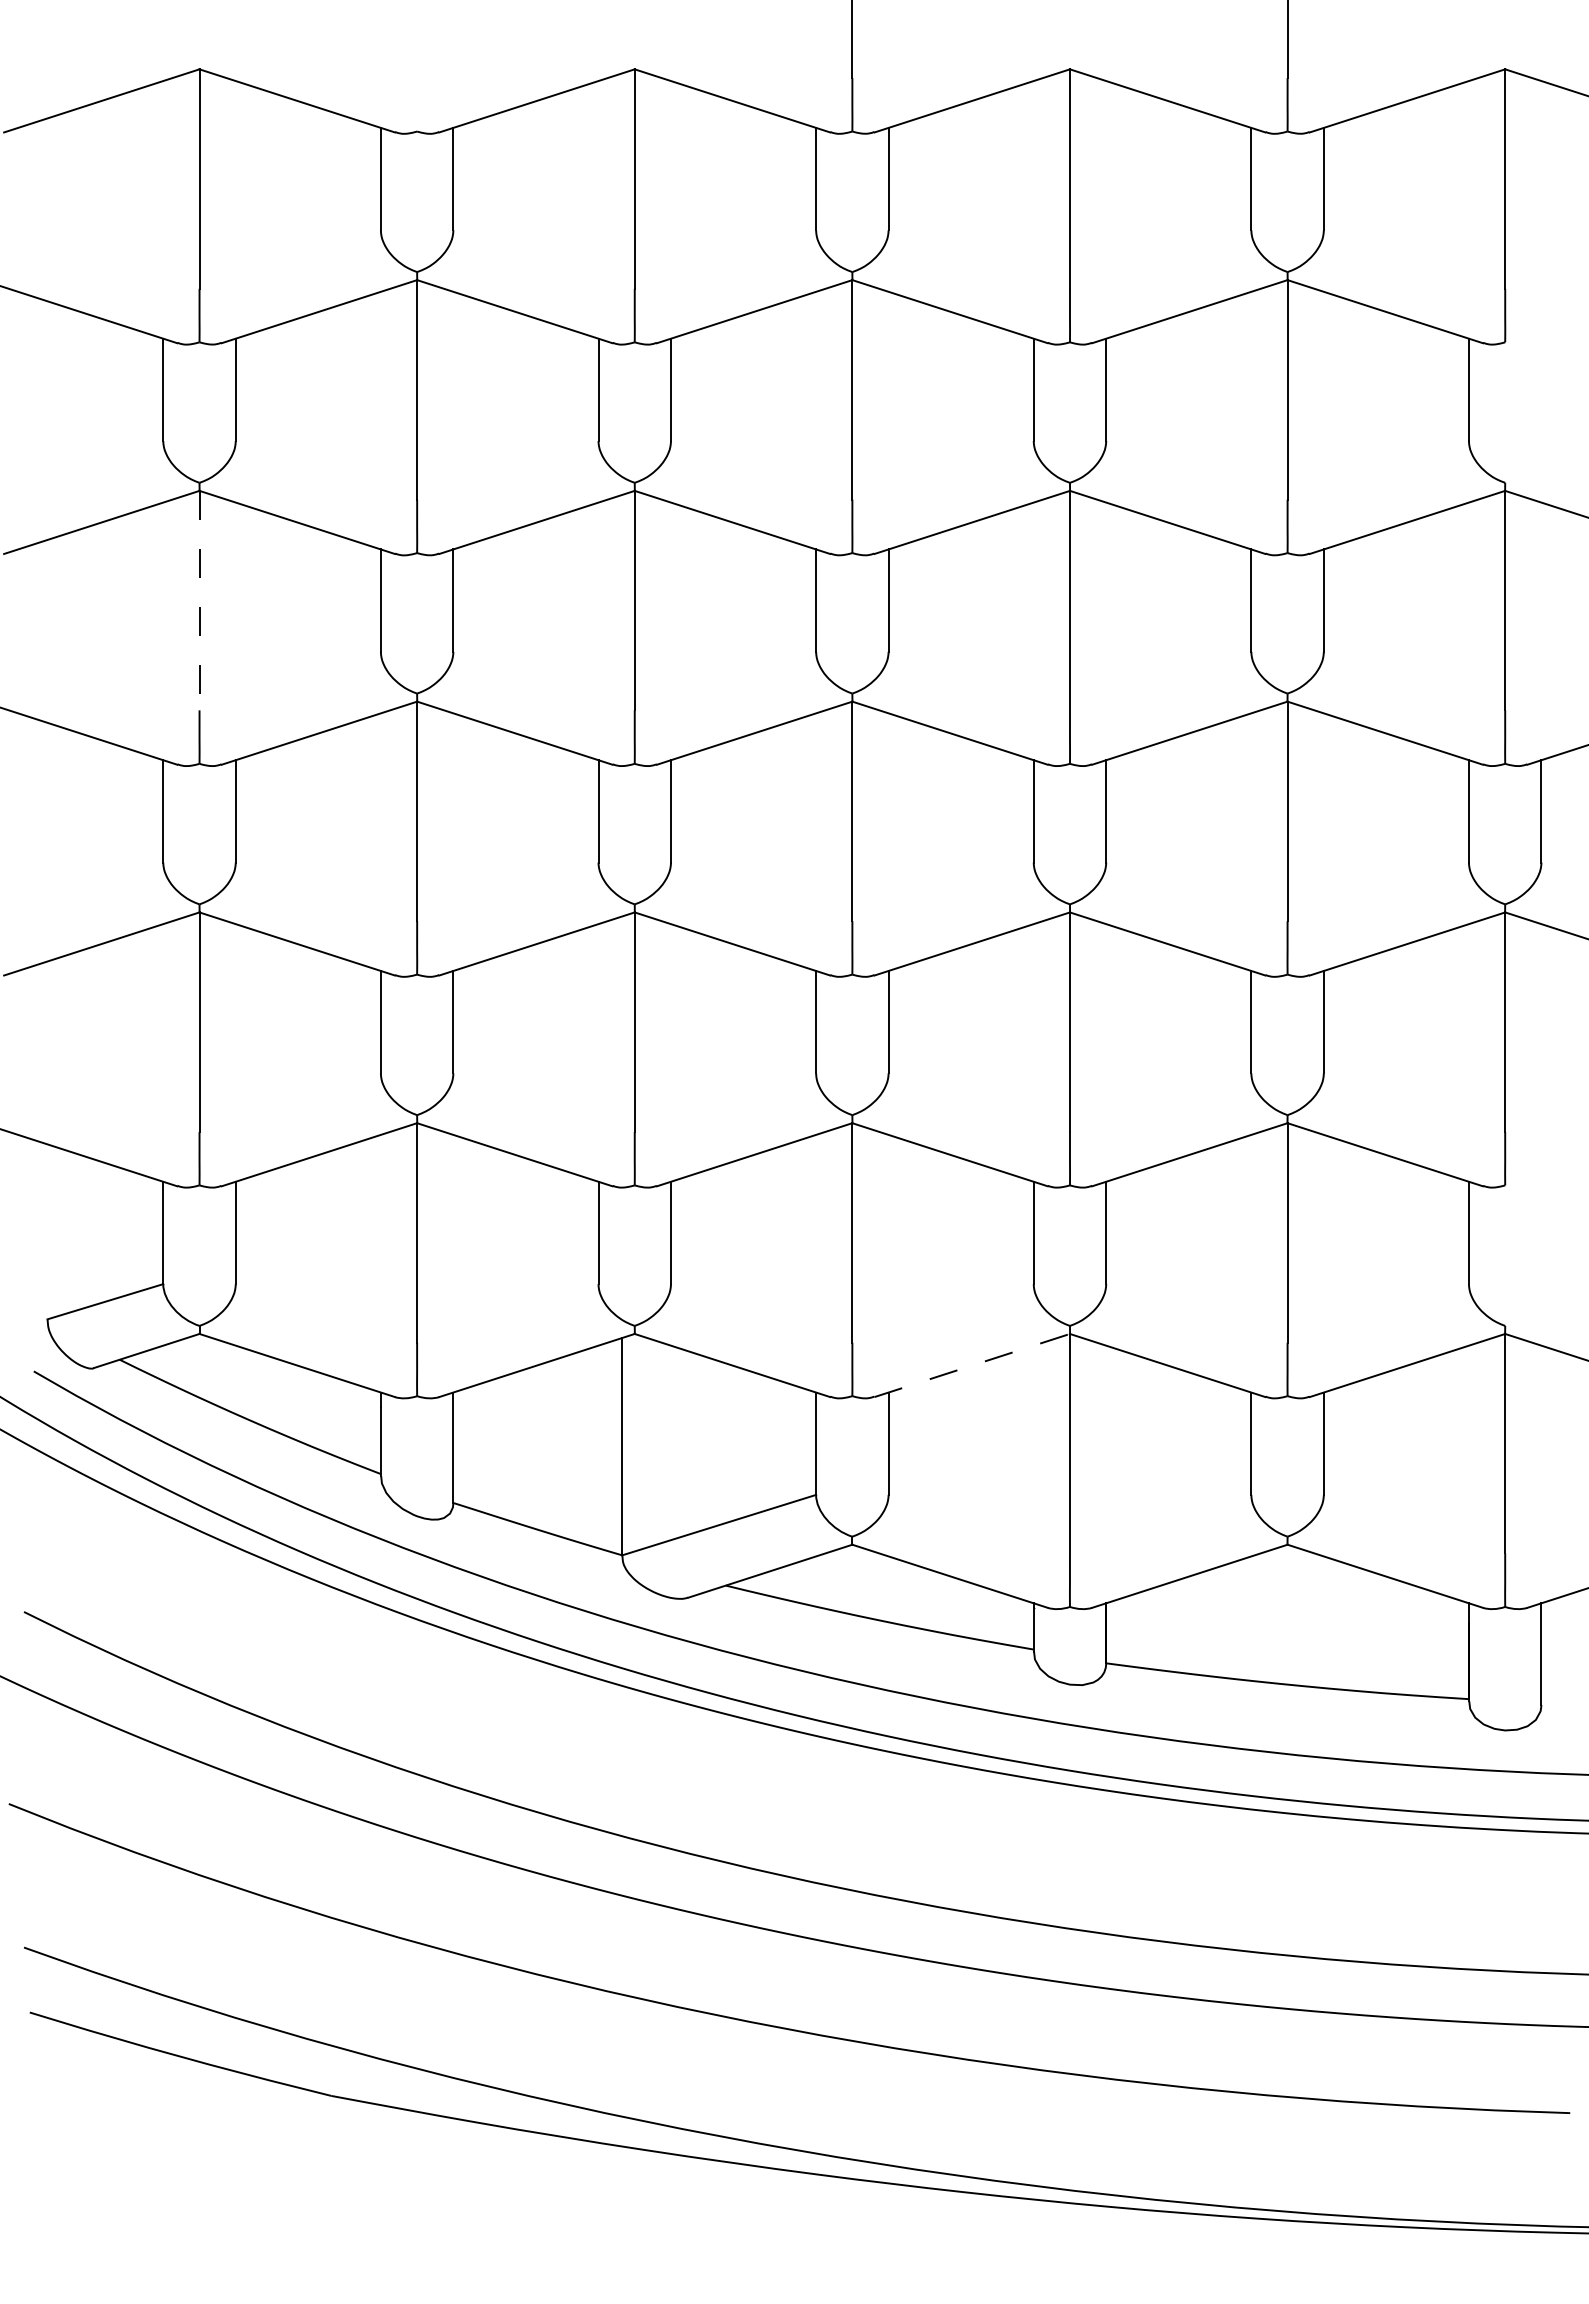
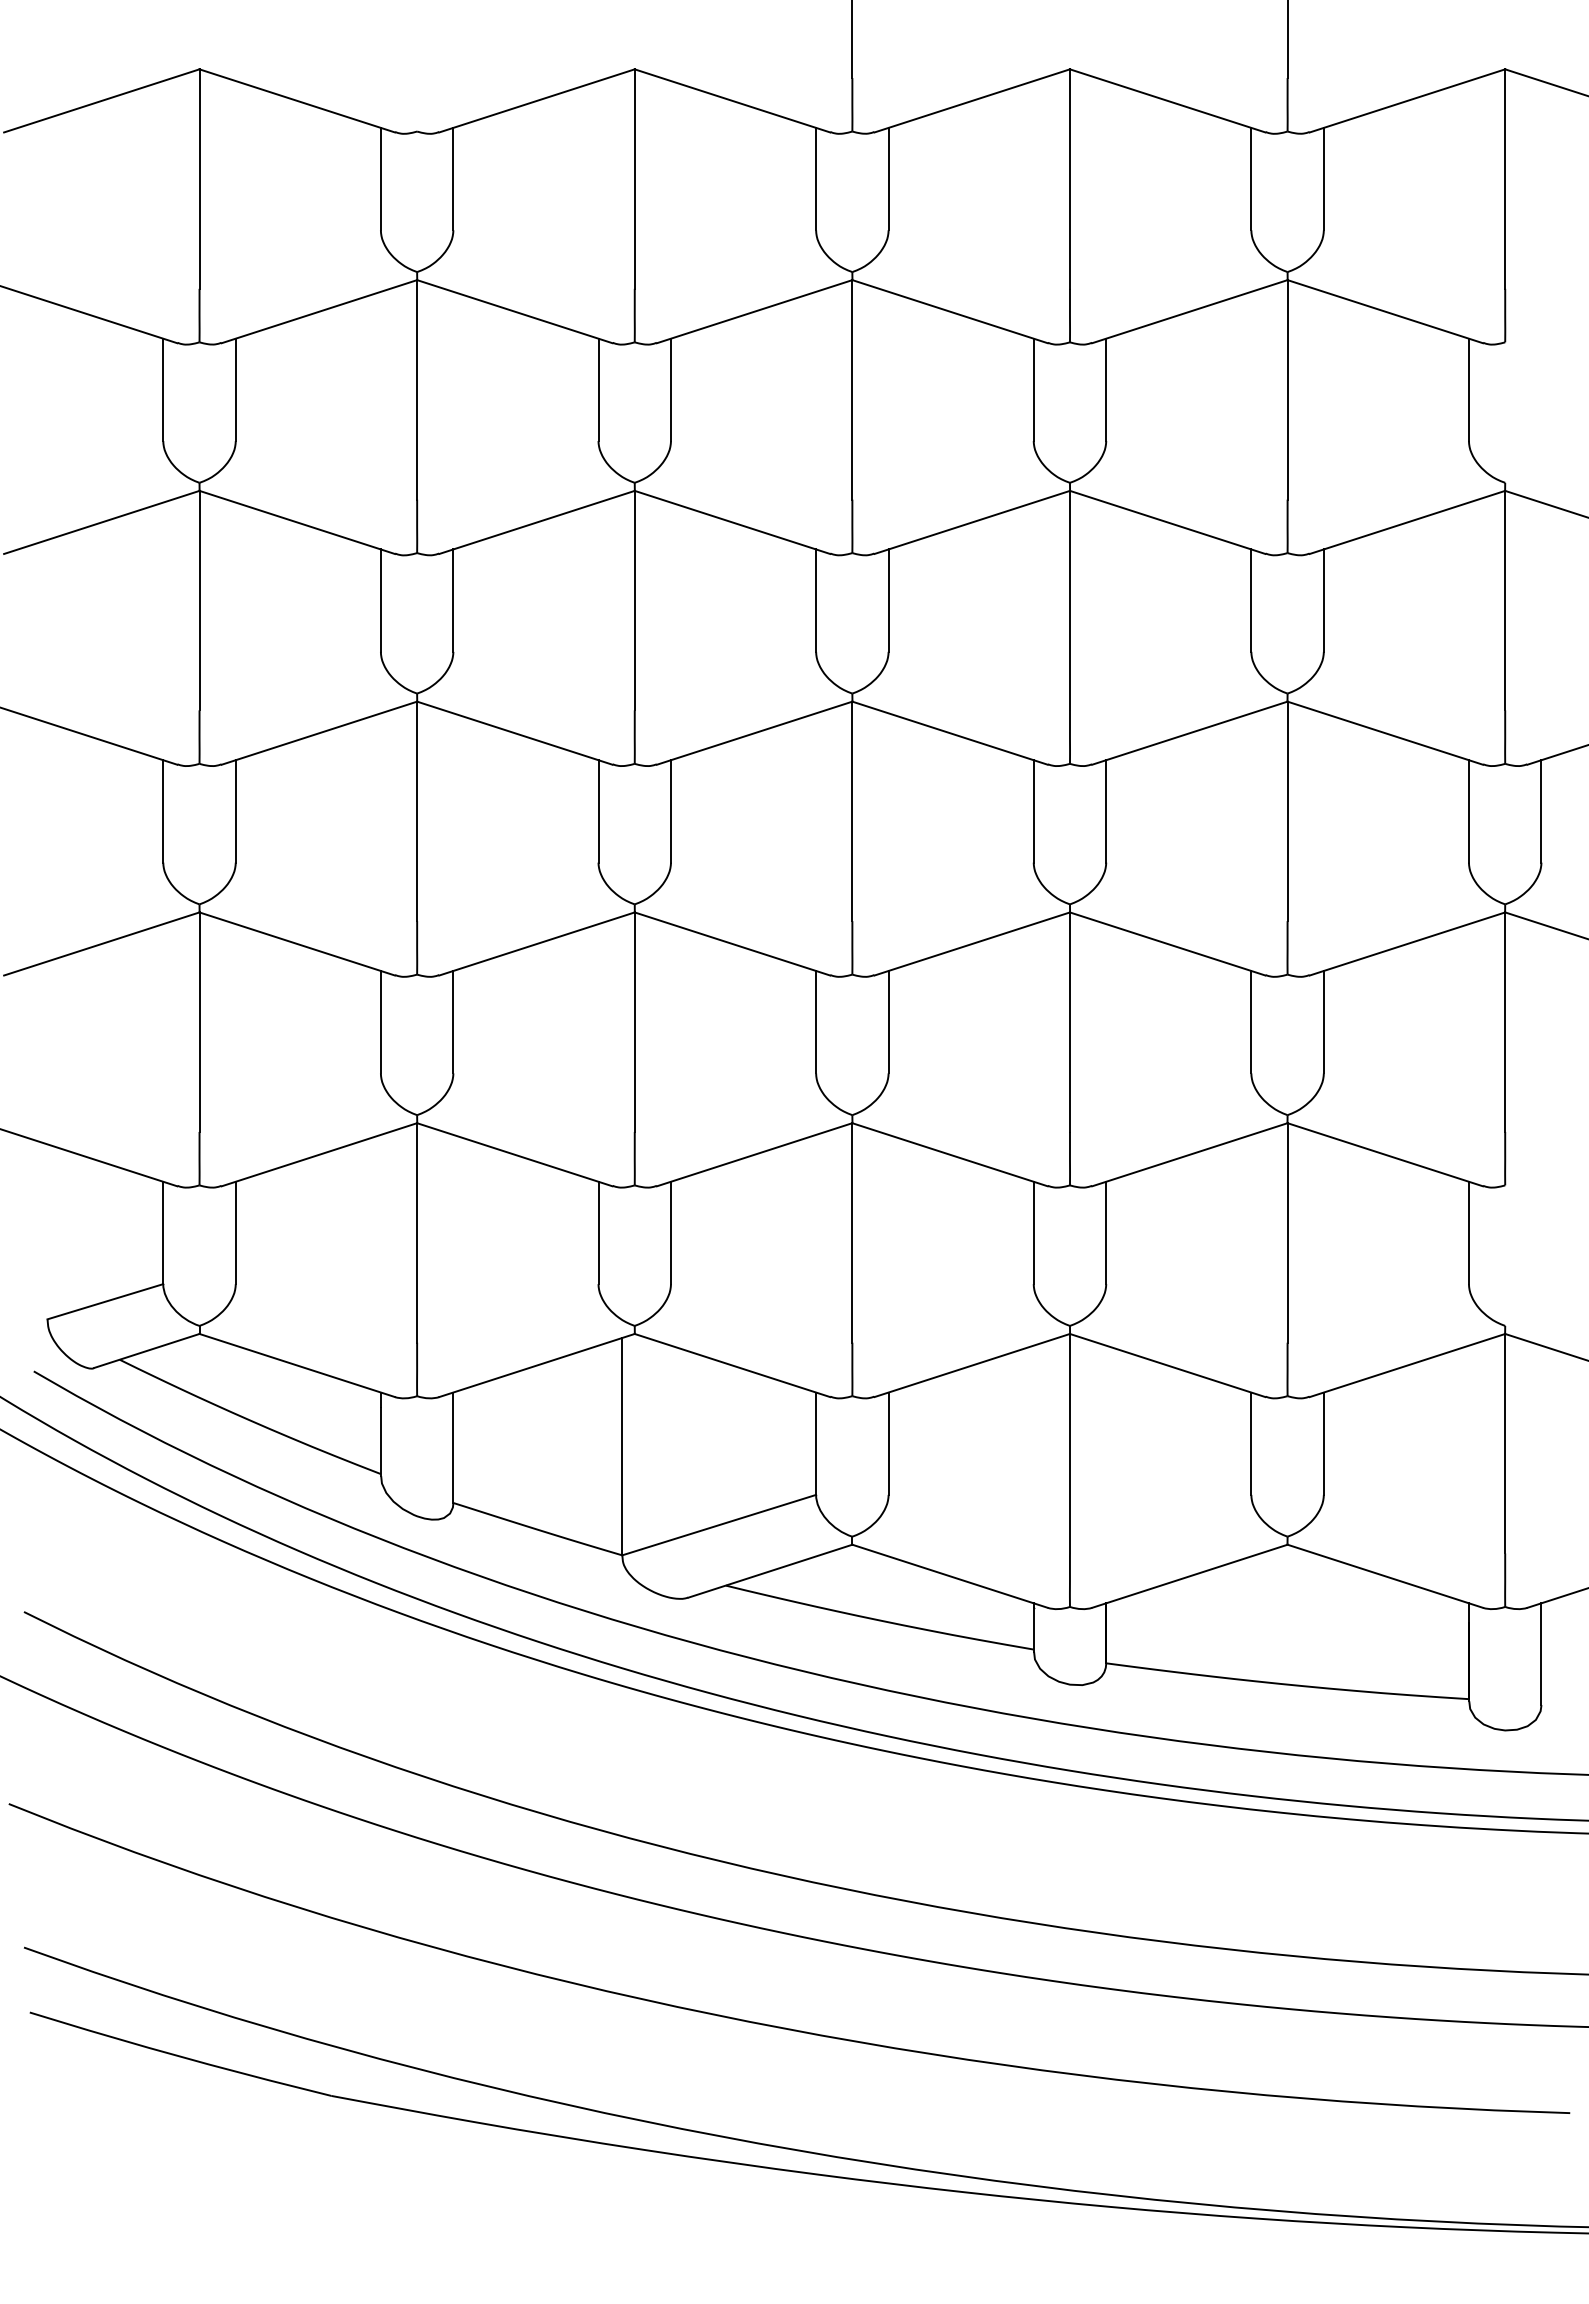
line at (199, 600): dashed -> solid
line at (972, 1365): dashed -> solid
